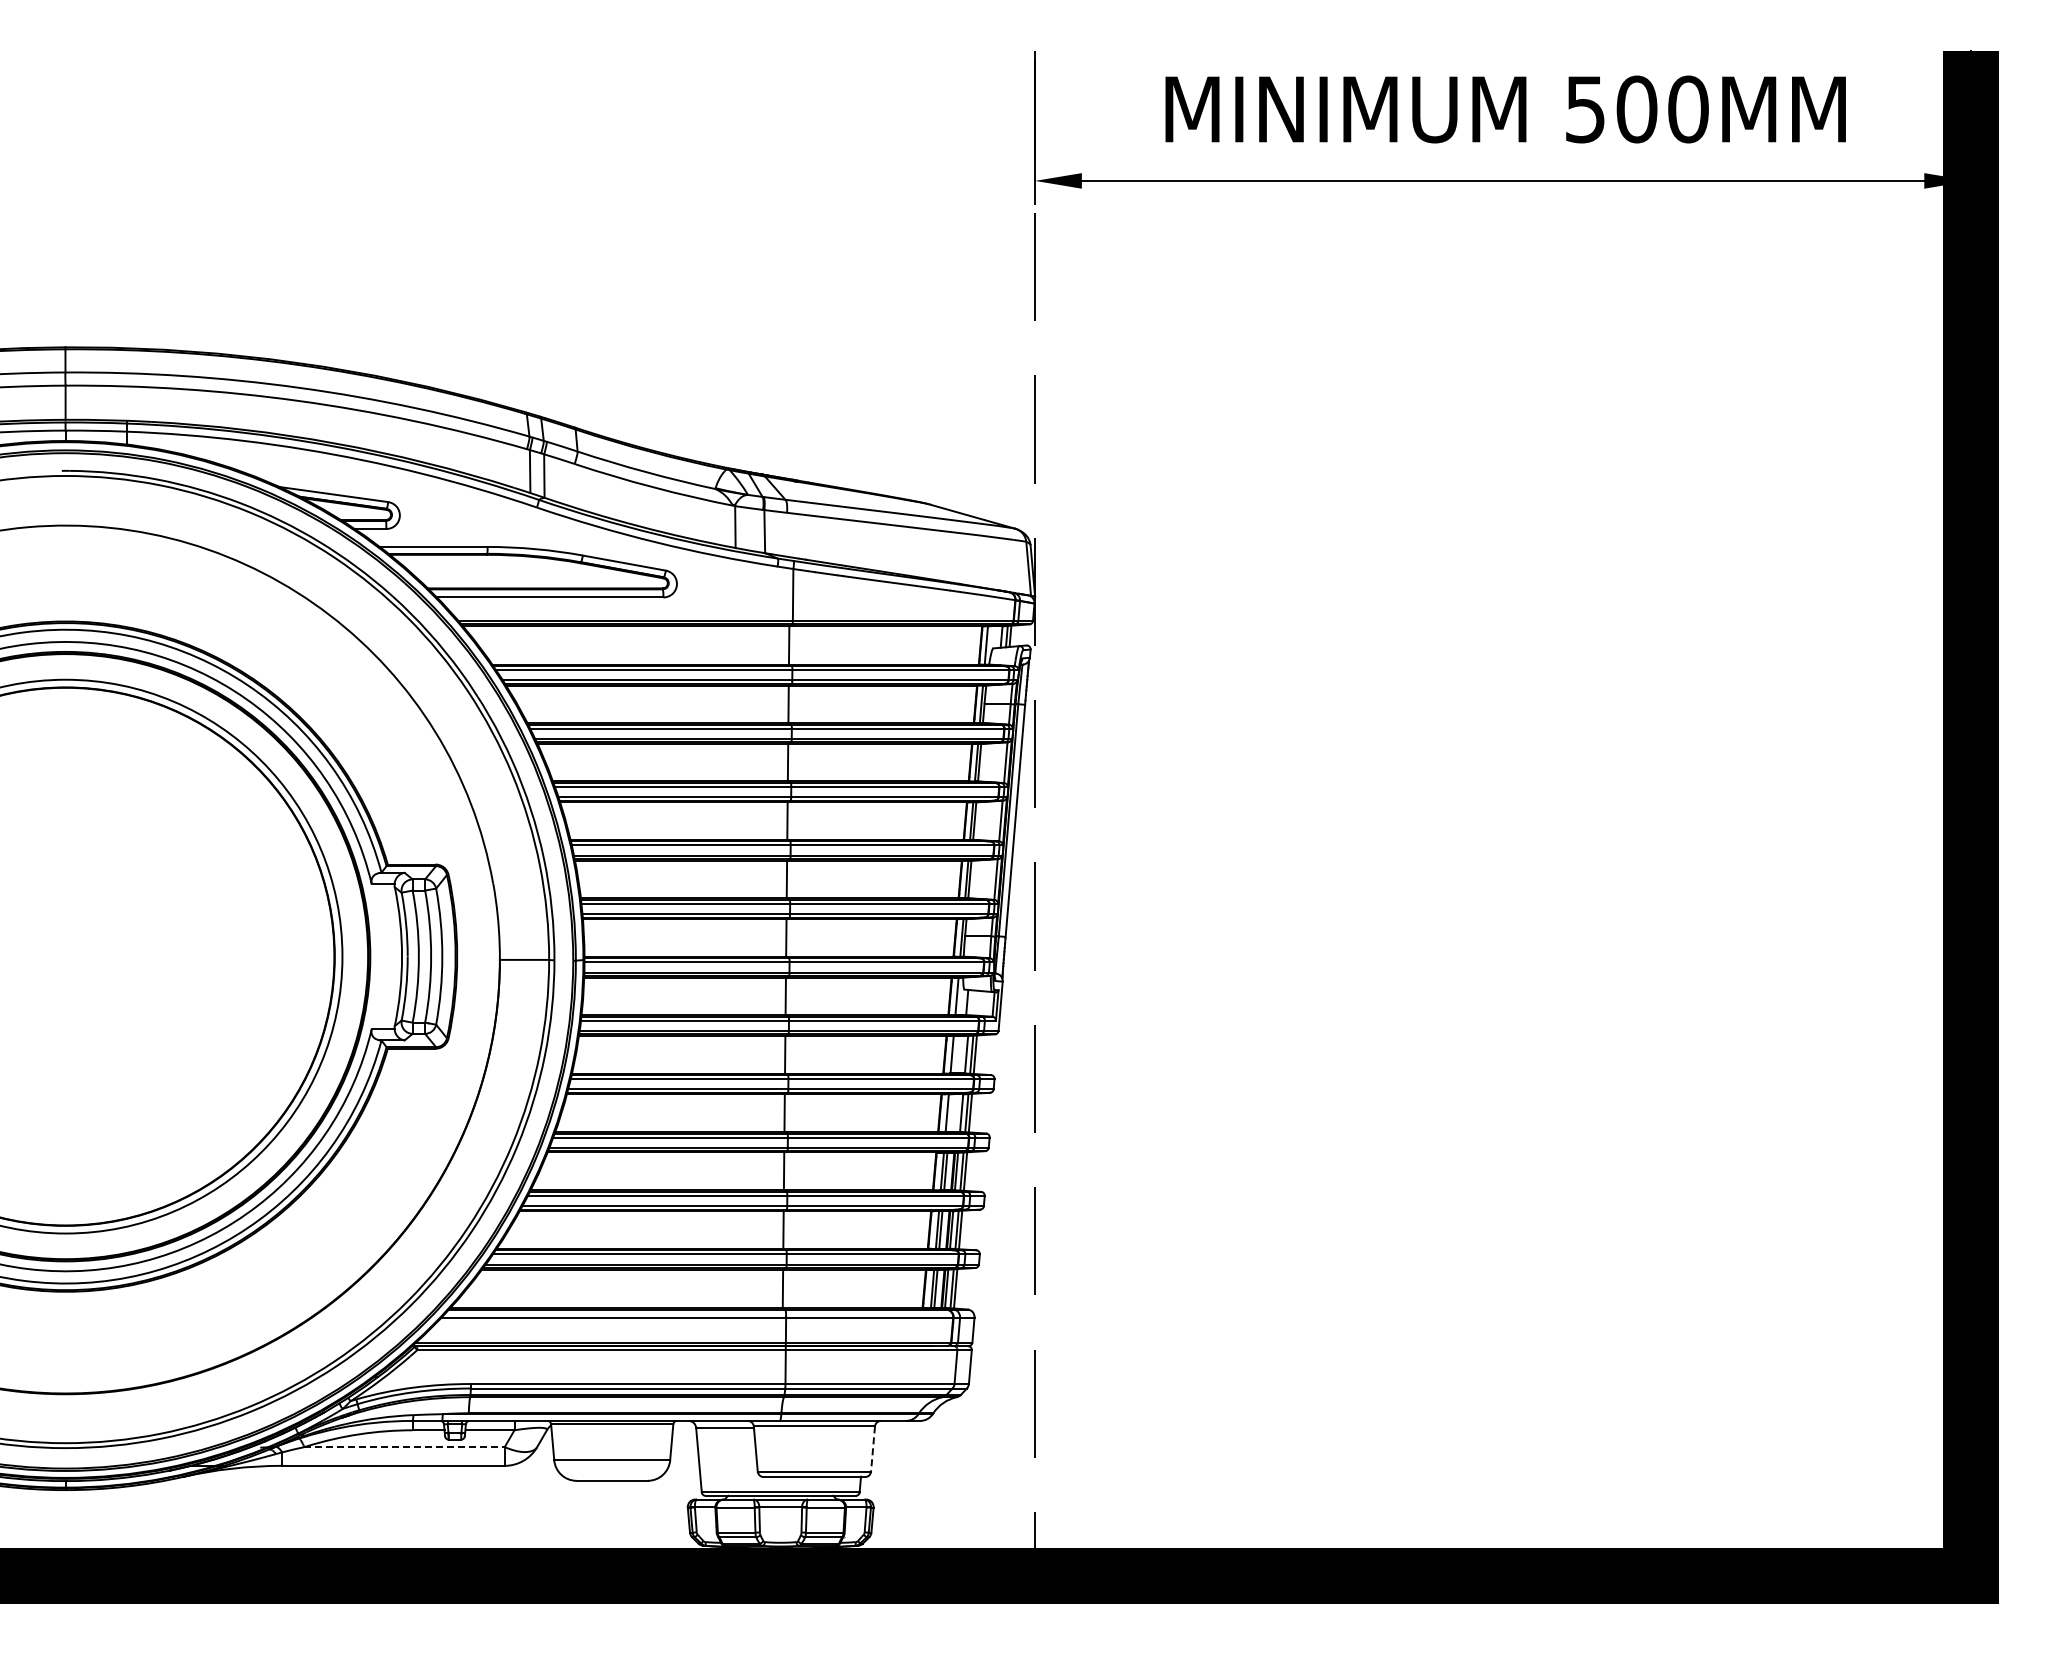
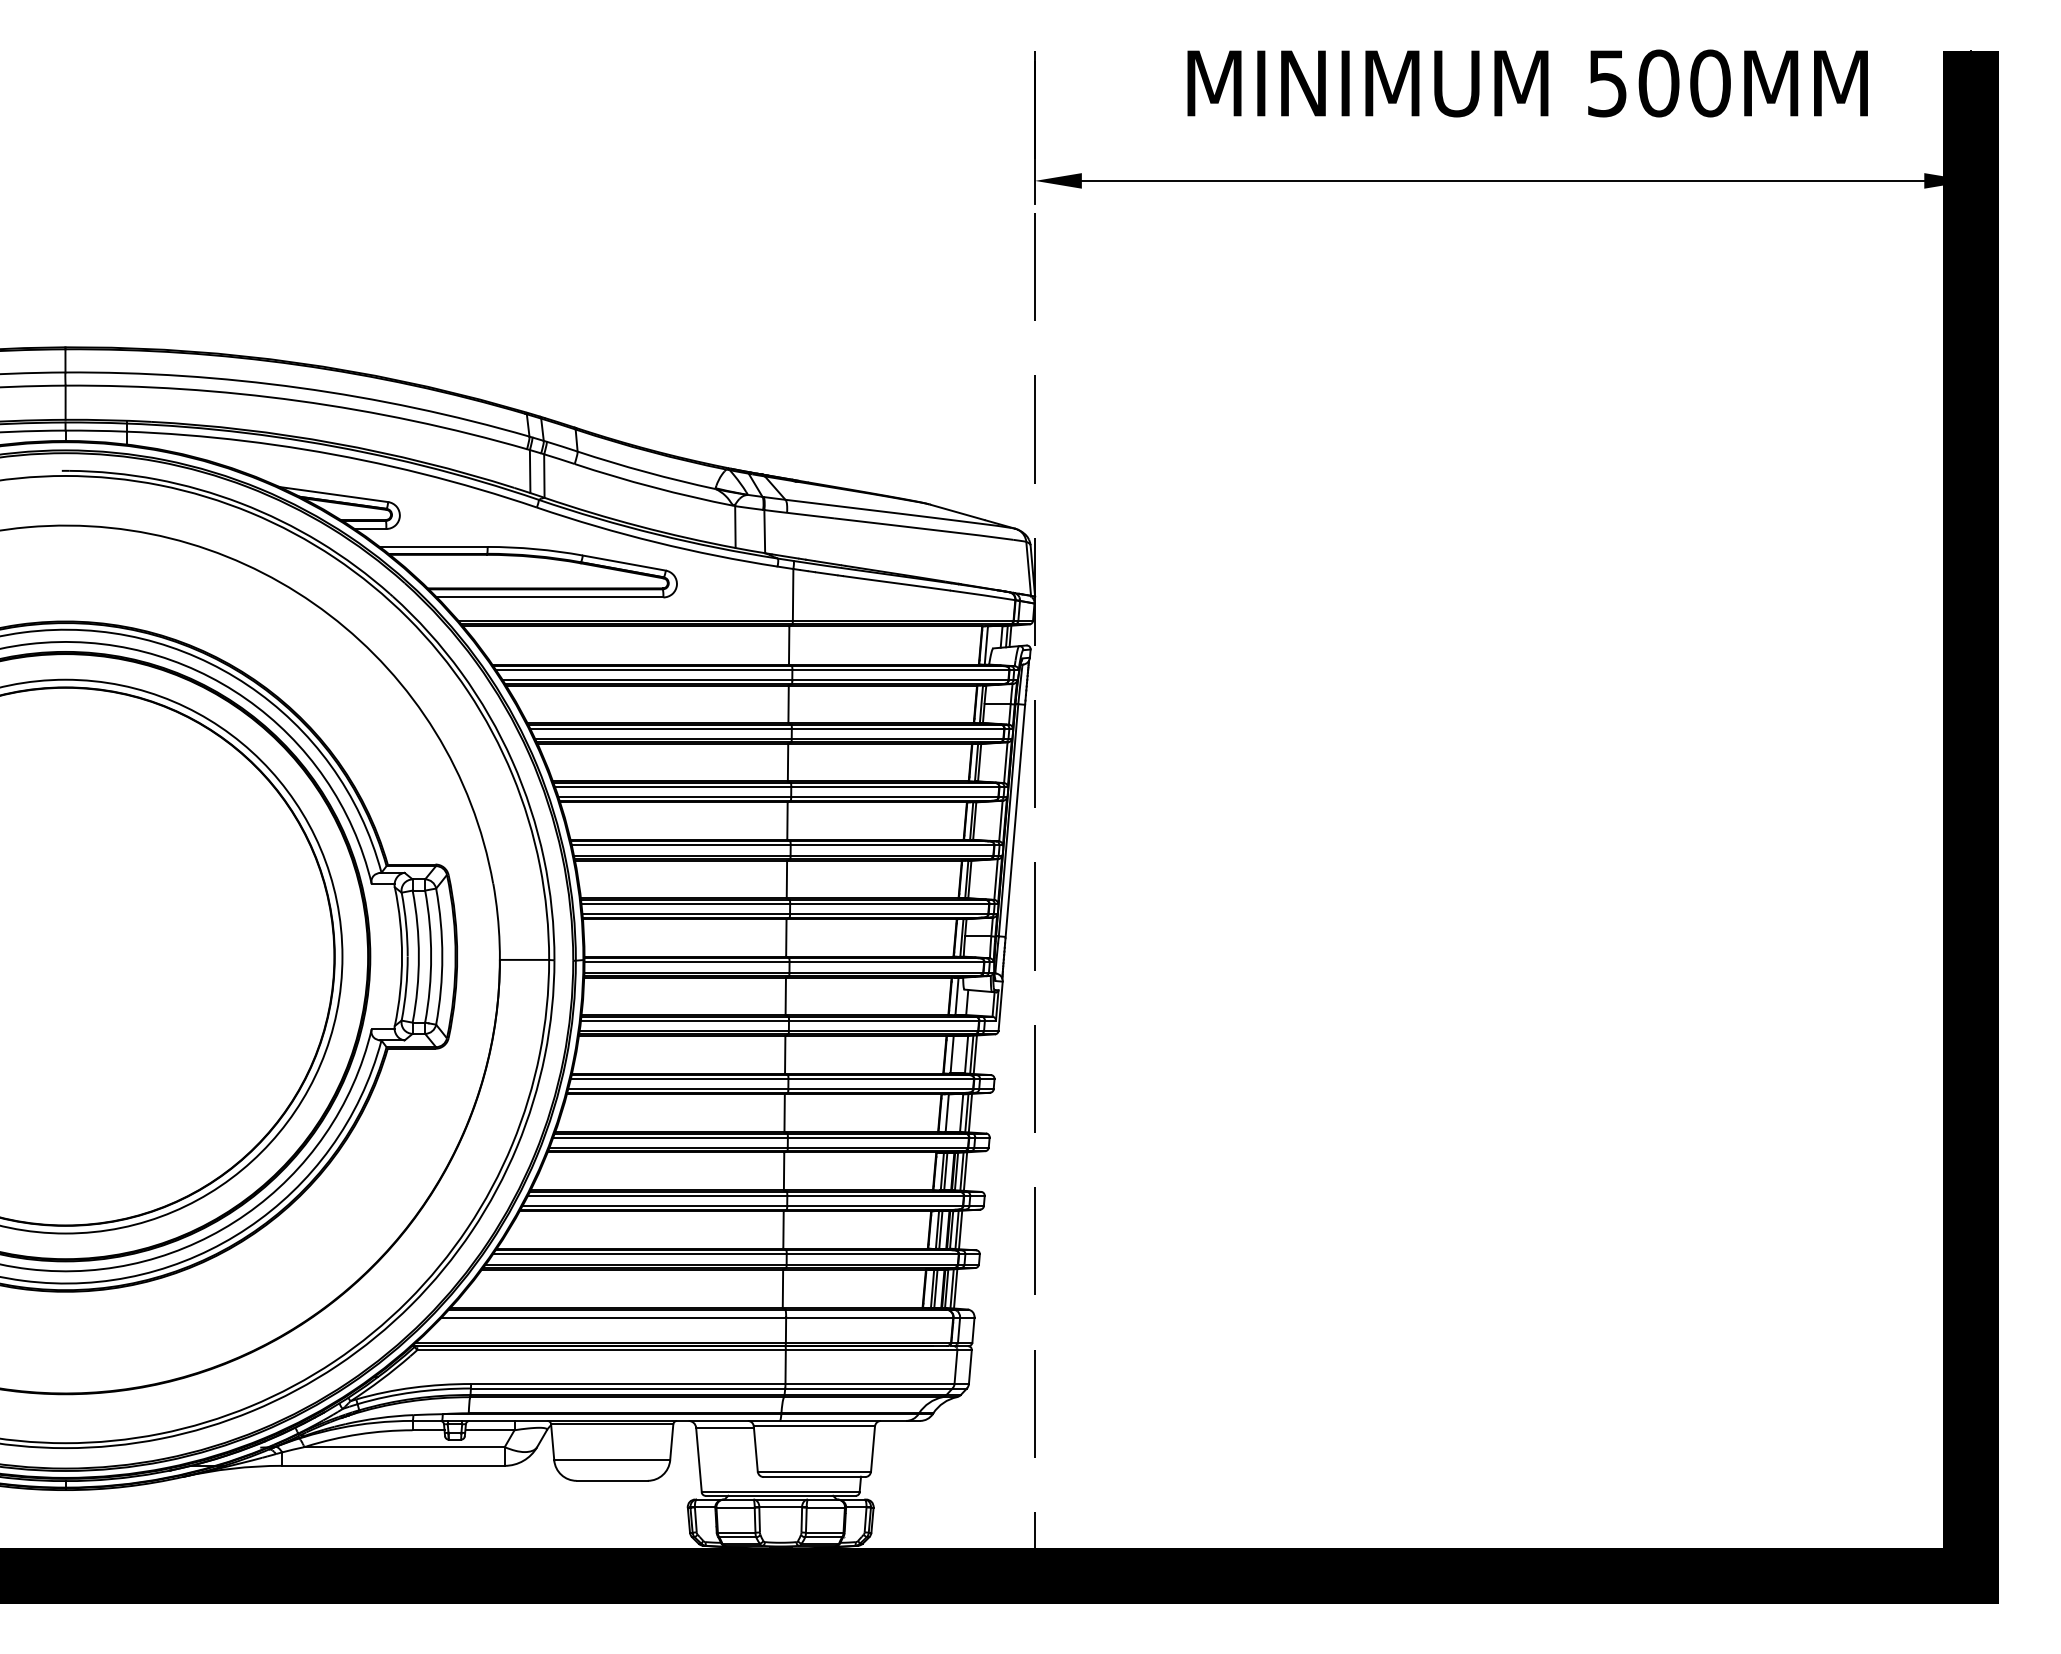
text at (1505, 109) position: (1505, 109) -> (1527, 83)
line at (405, 1447): dashed -> solid
line at (873, 1449): dashed -> solid
